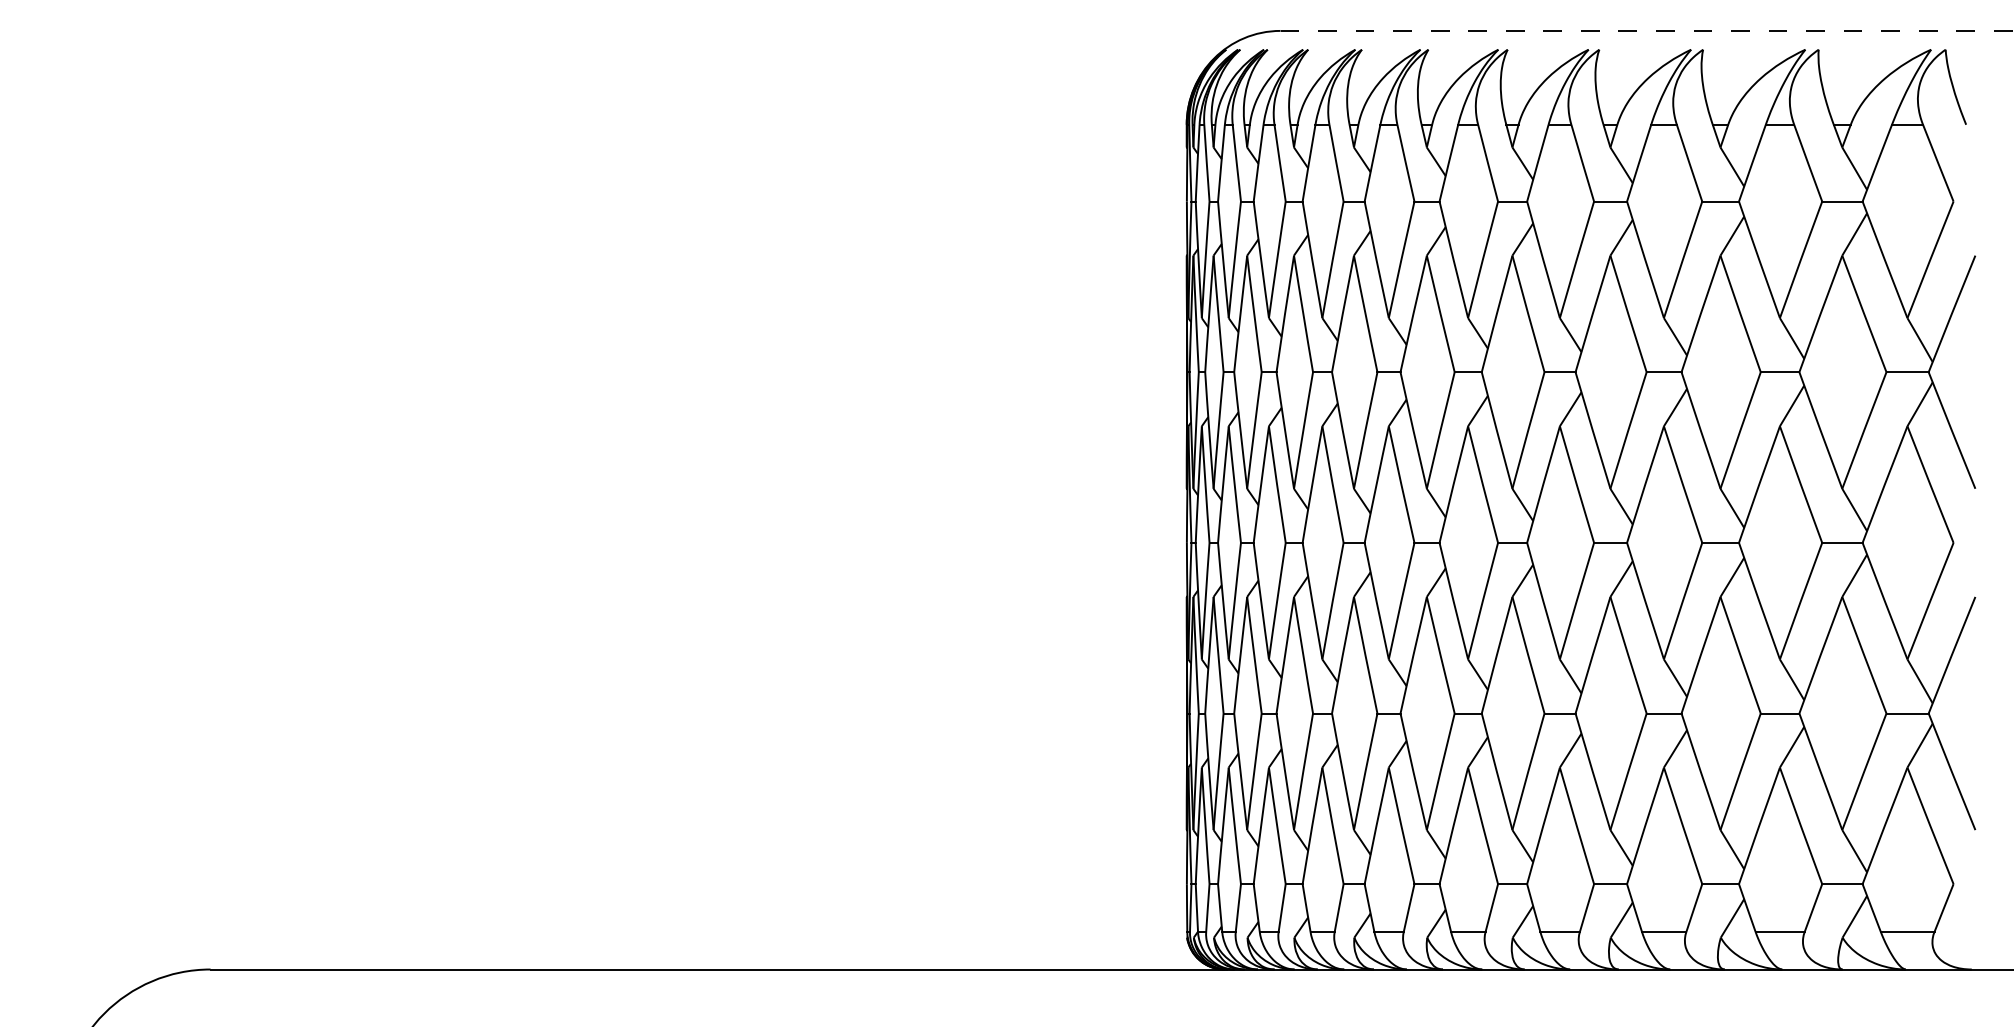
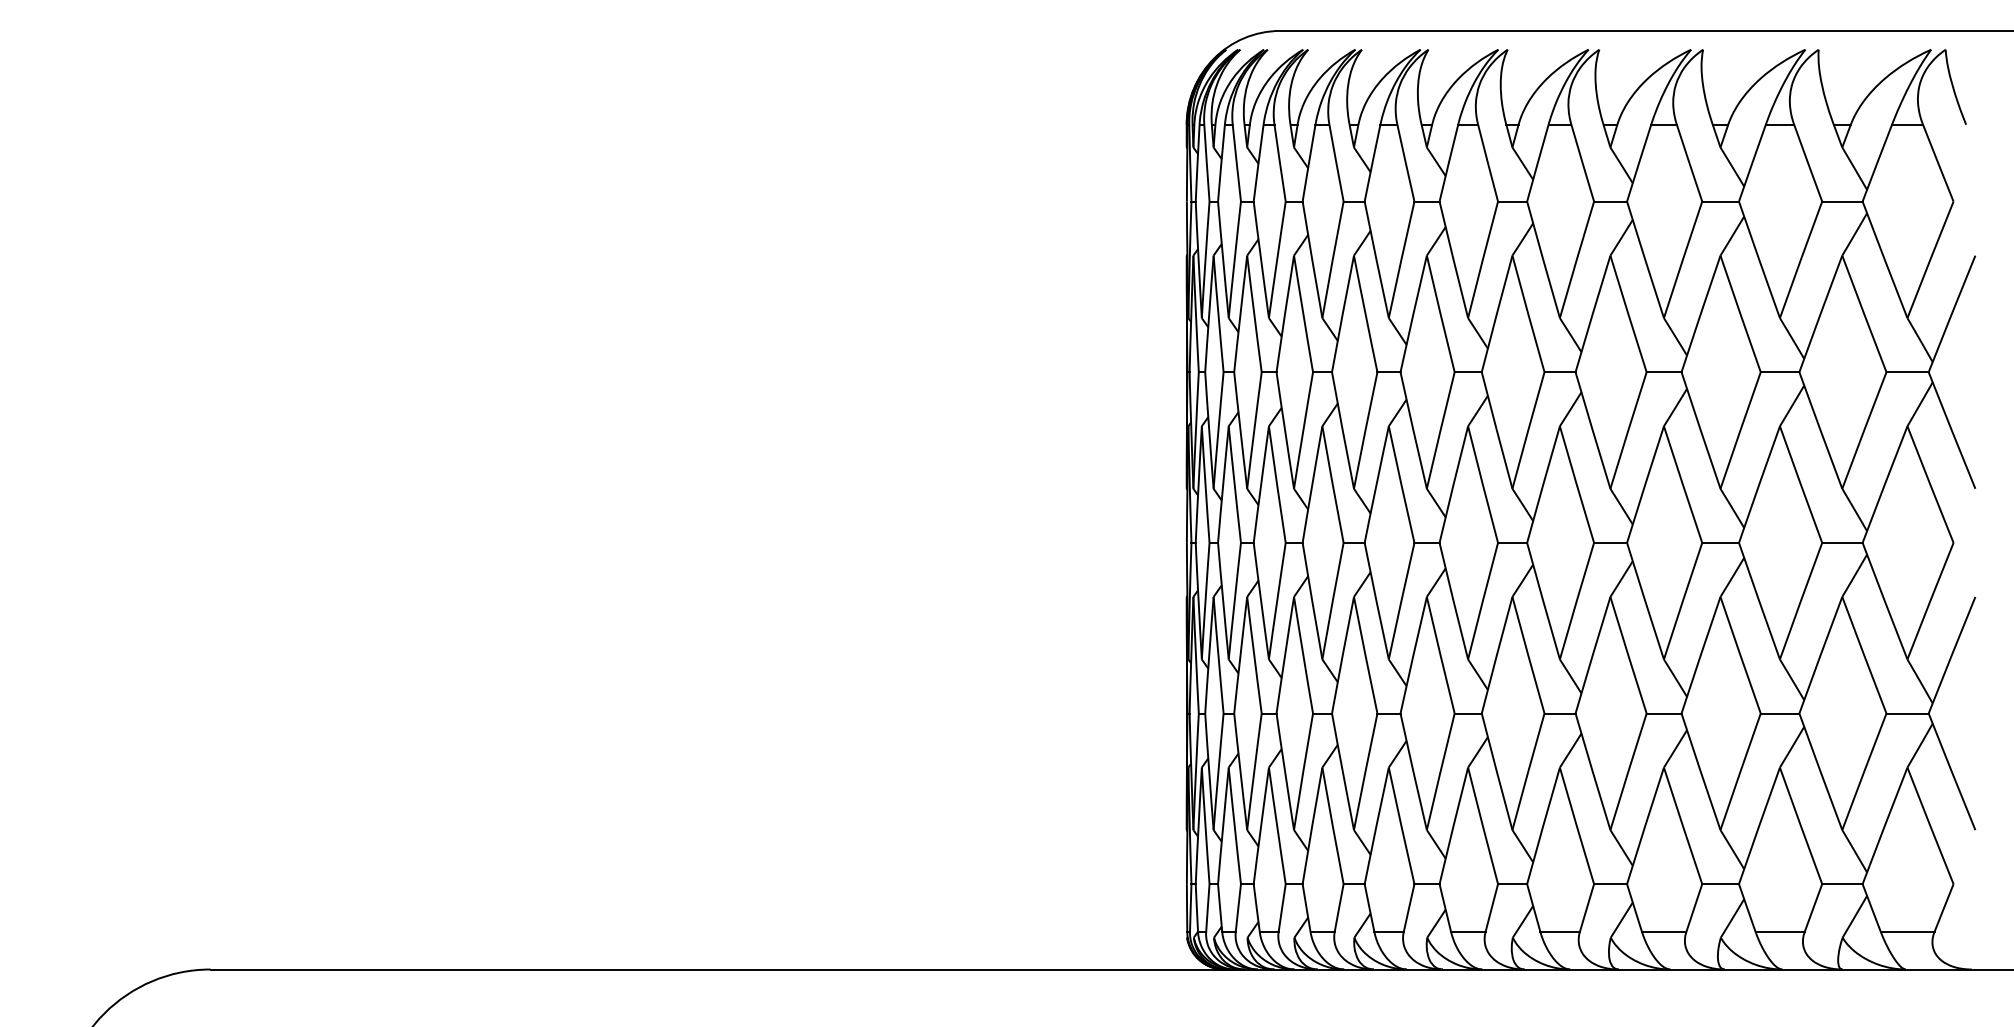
line at (1647, 30): dashed -> solid
